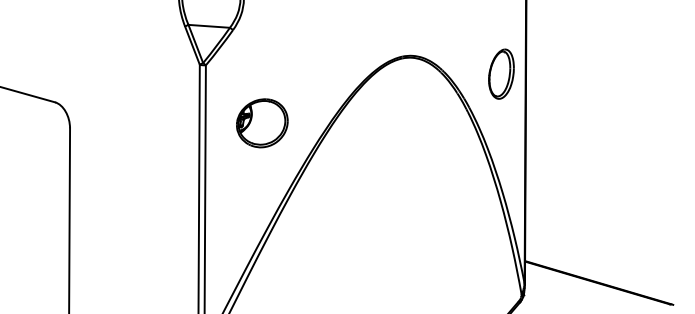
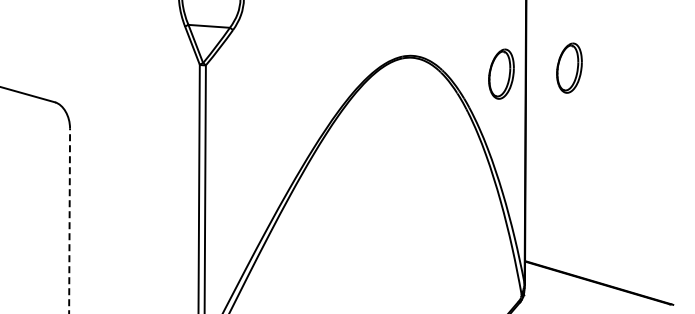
part at (569, 67): none -> present
part at (262, 123): present -> none
line at (69, 220): solid -> dashed
